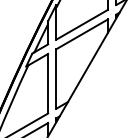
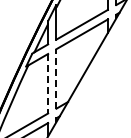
line at (56, 78): solid -> dashed
line at (48, 83): solid -> dashed
